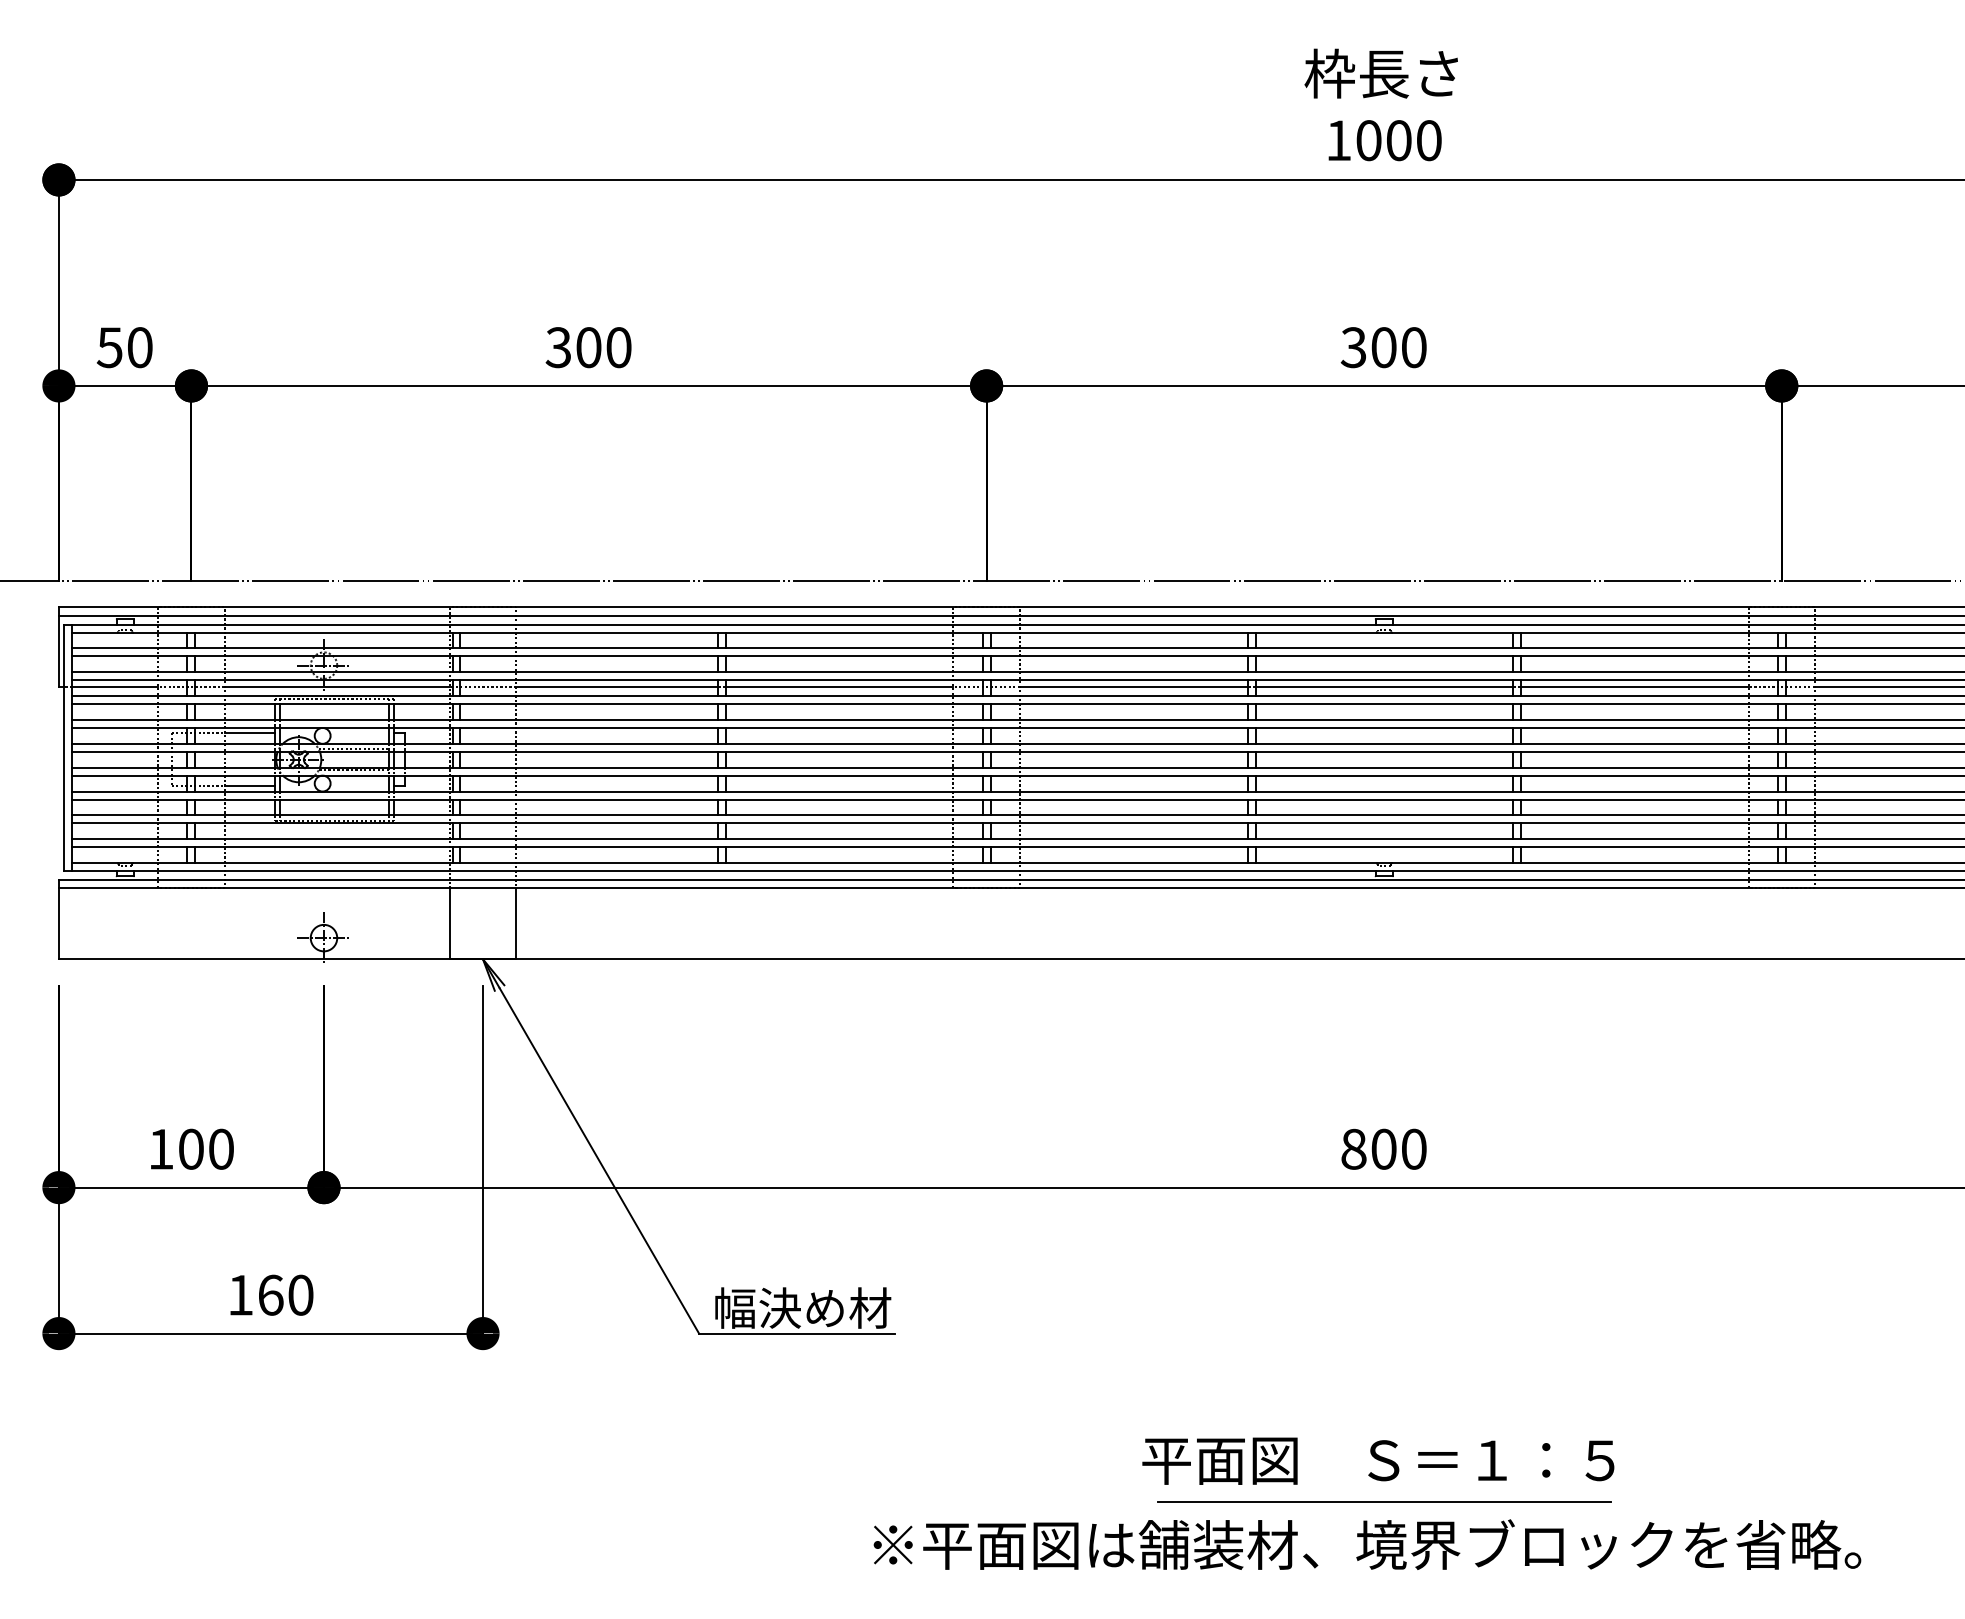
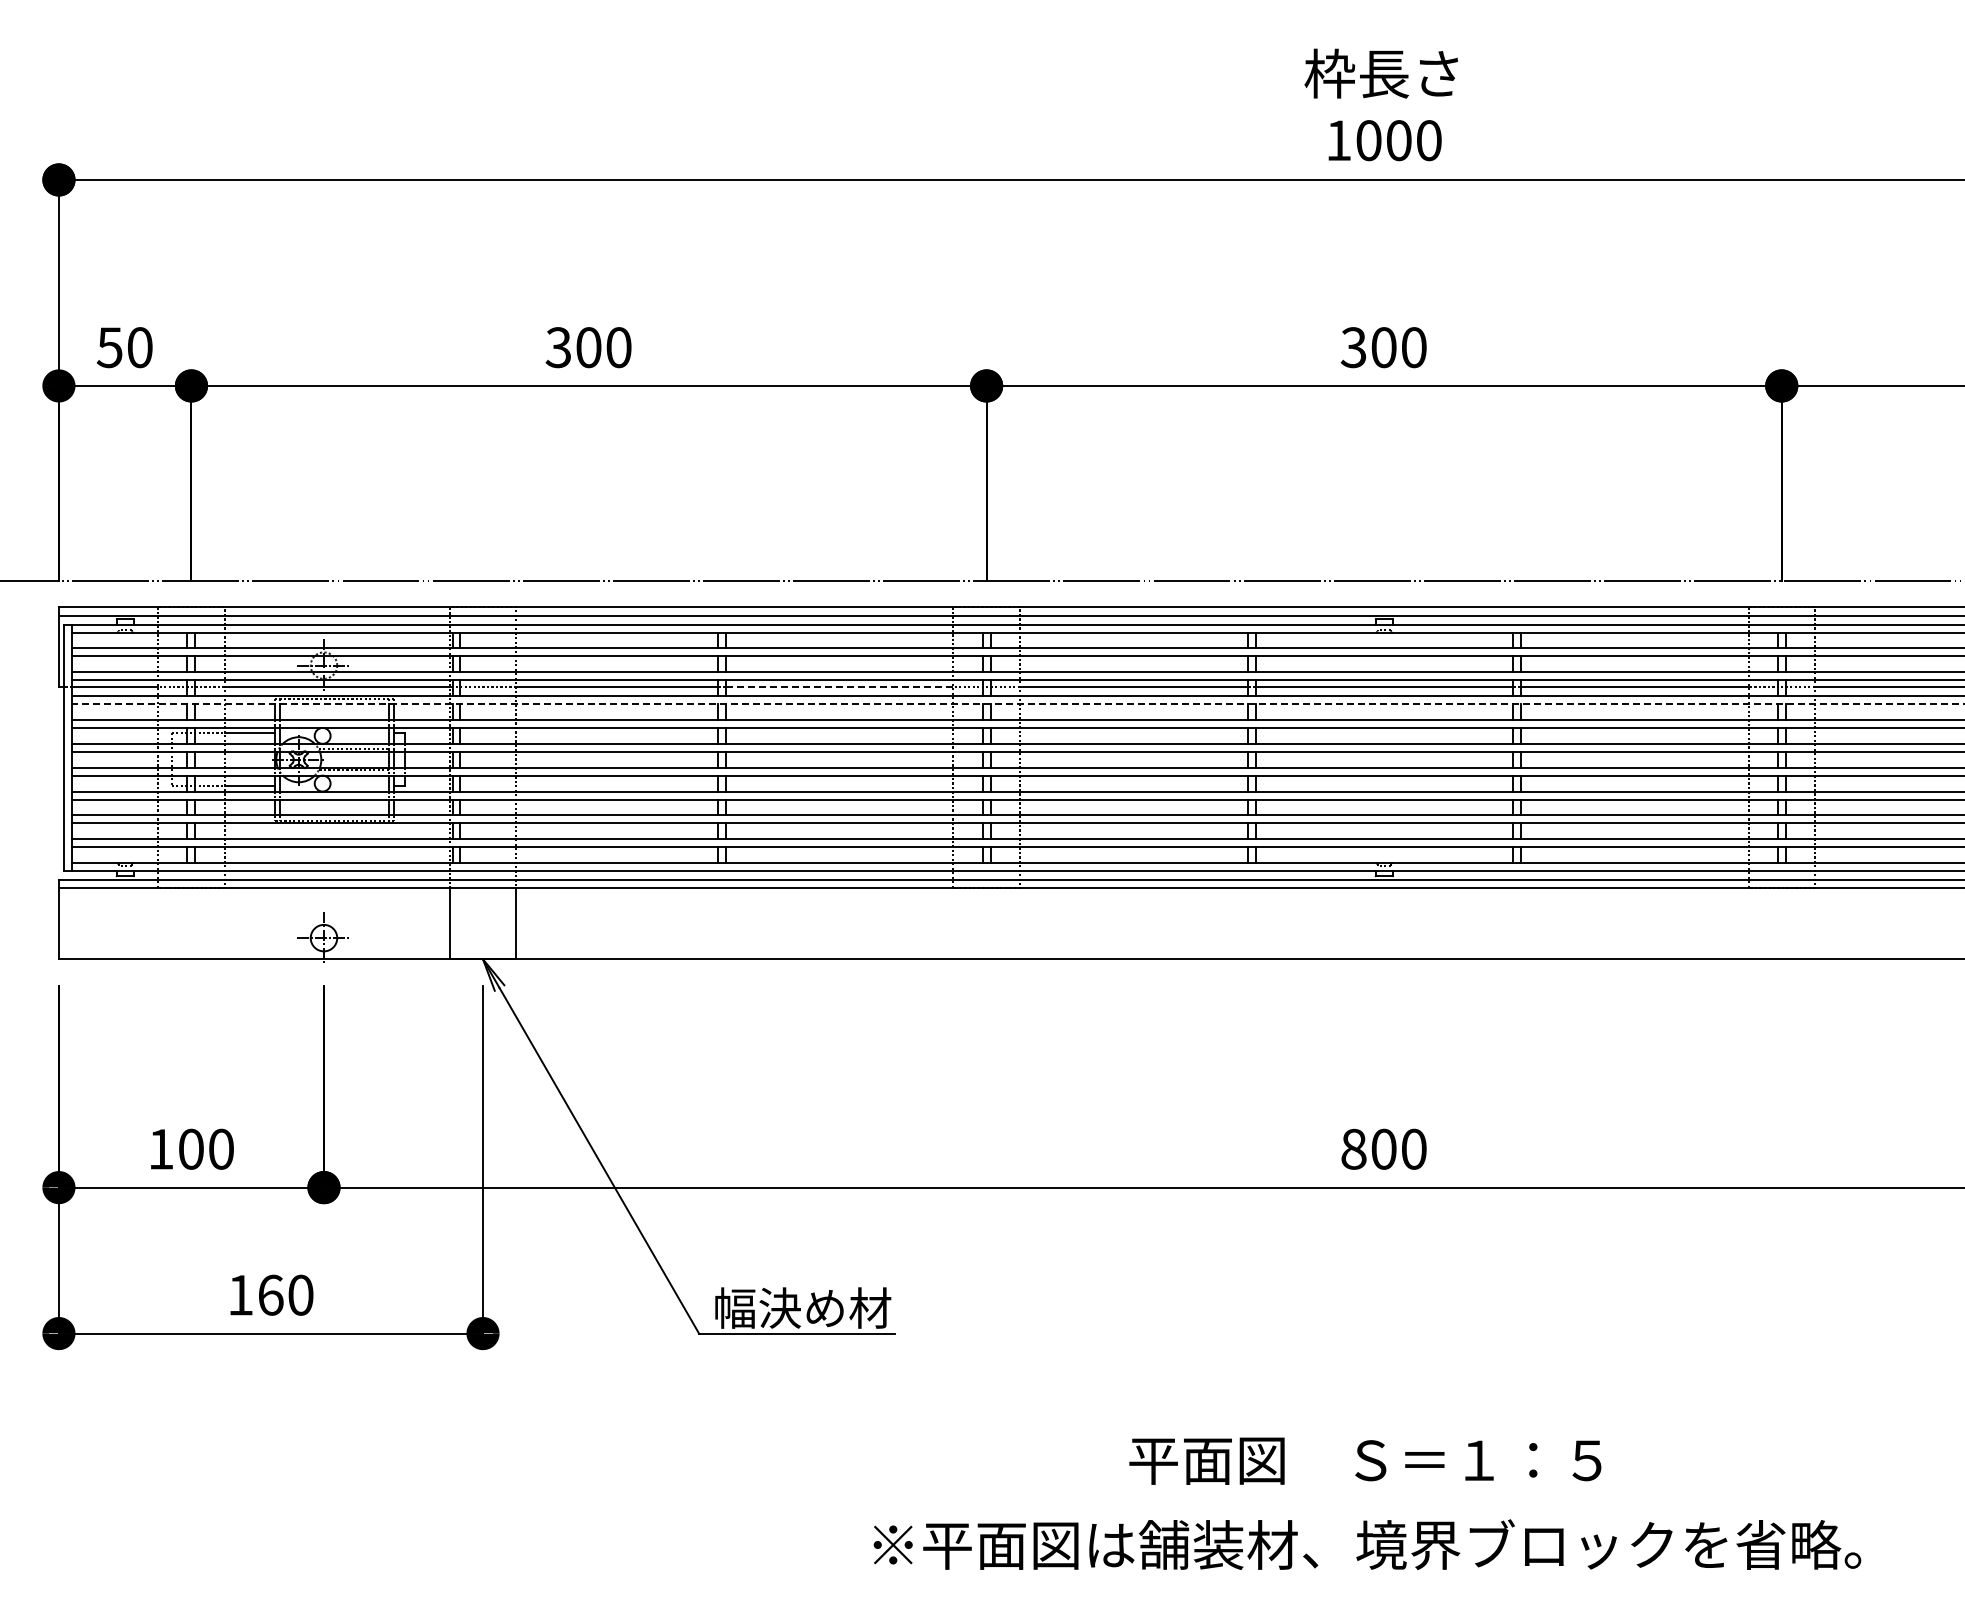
line at (839, 686): solid -> dashed
line at (1018, 704): solid -> dashed
text at (1378, 1460) position: (1378, 1460) -> (1365, 1460)
line at (1383, 1501): present -> none
